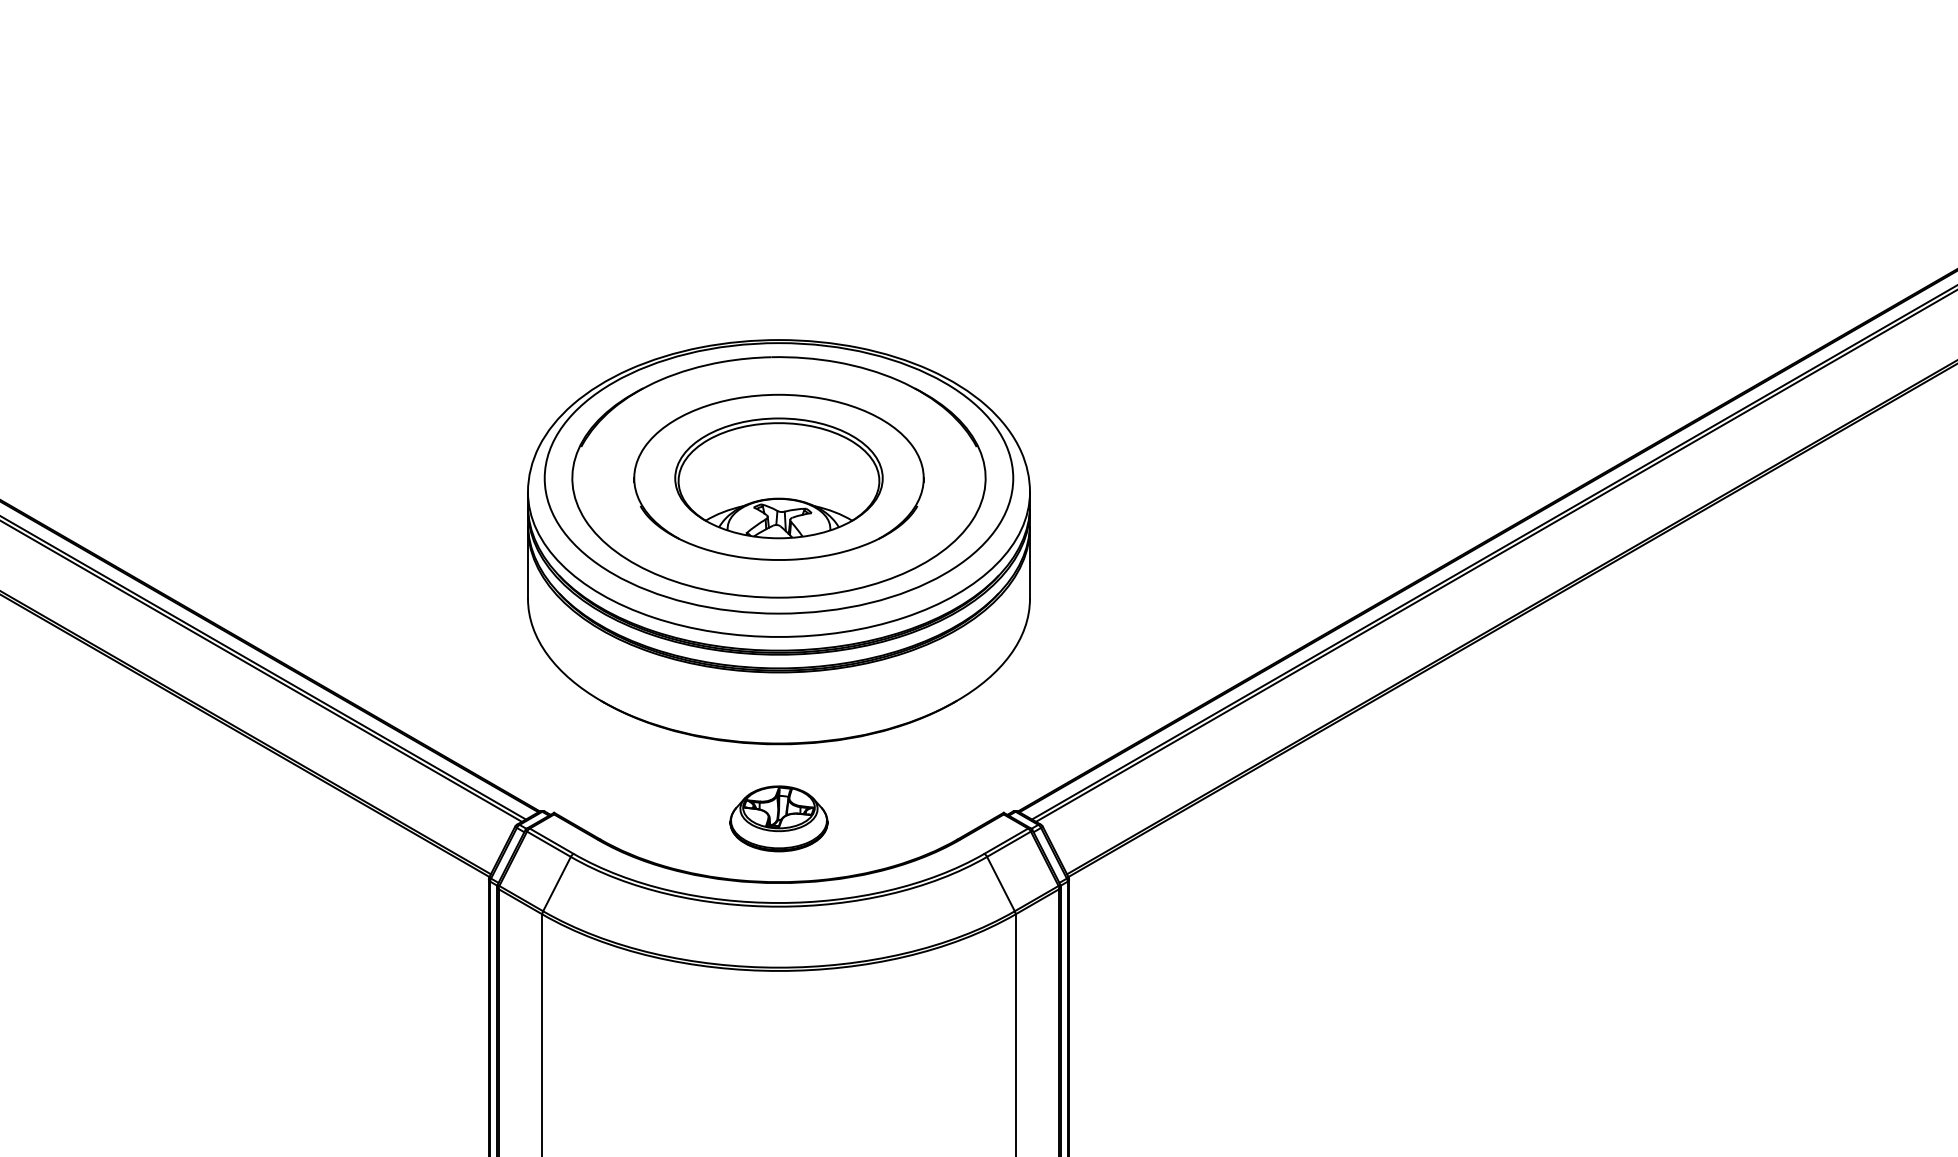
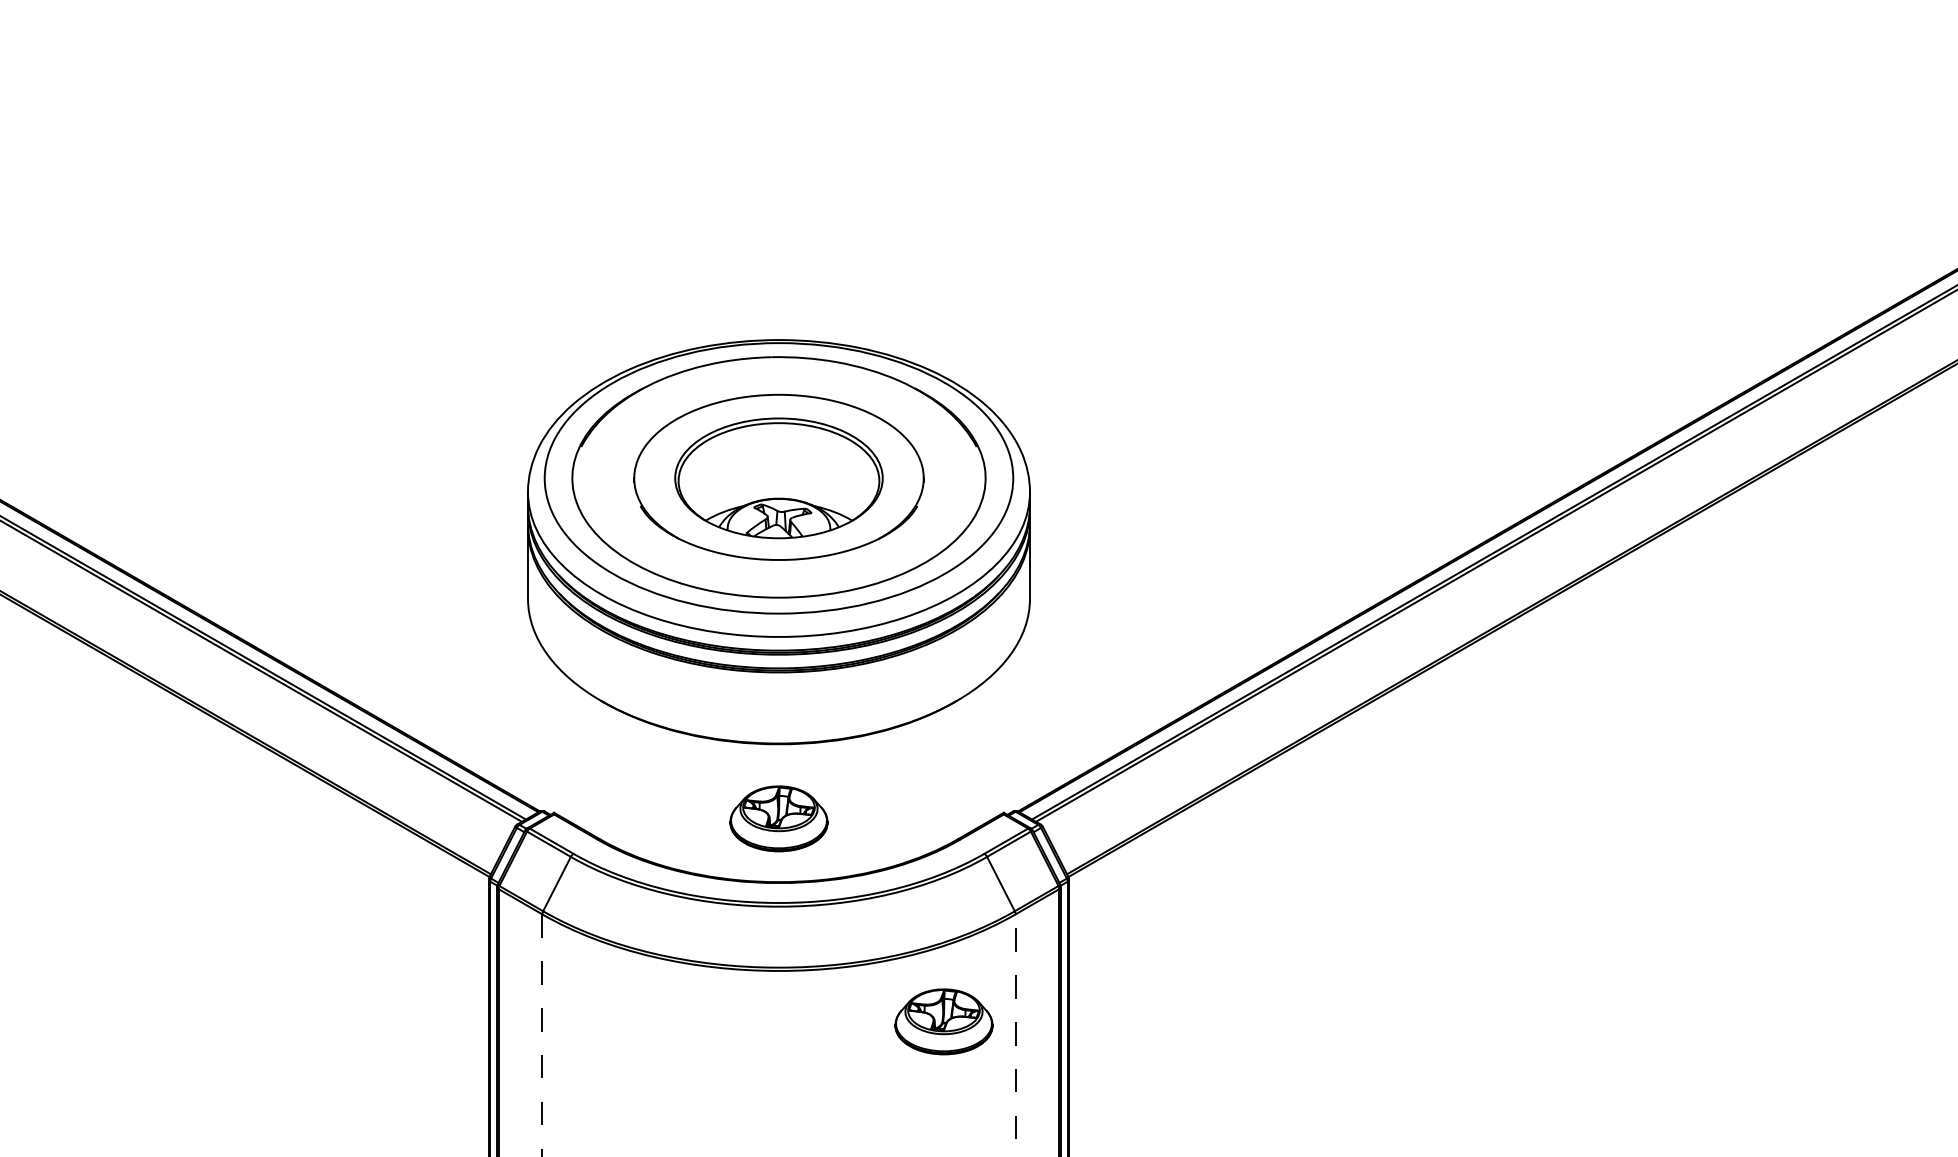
part at (943, 1021): none -> present
line at (542, 1035): solid -> dashed
line at (1015, 1035): solid -> dashed
